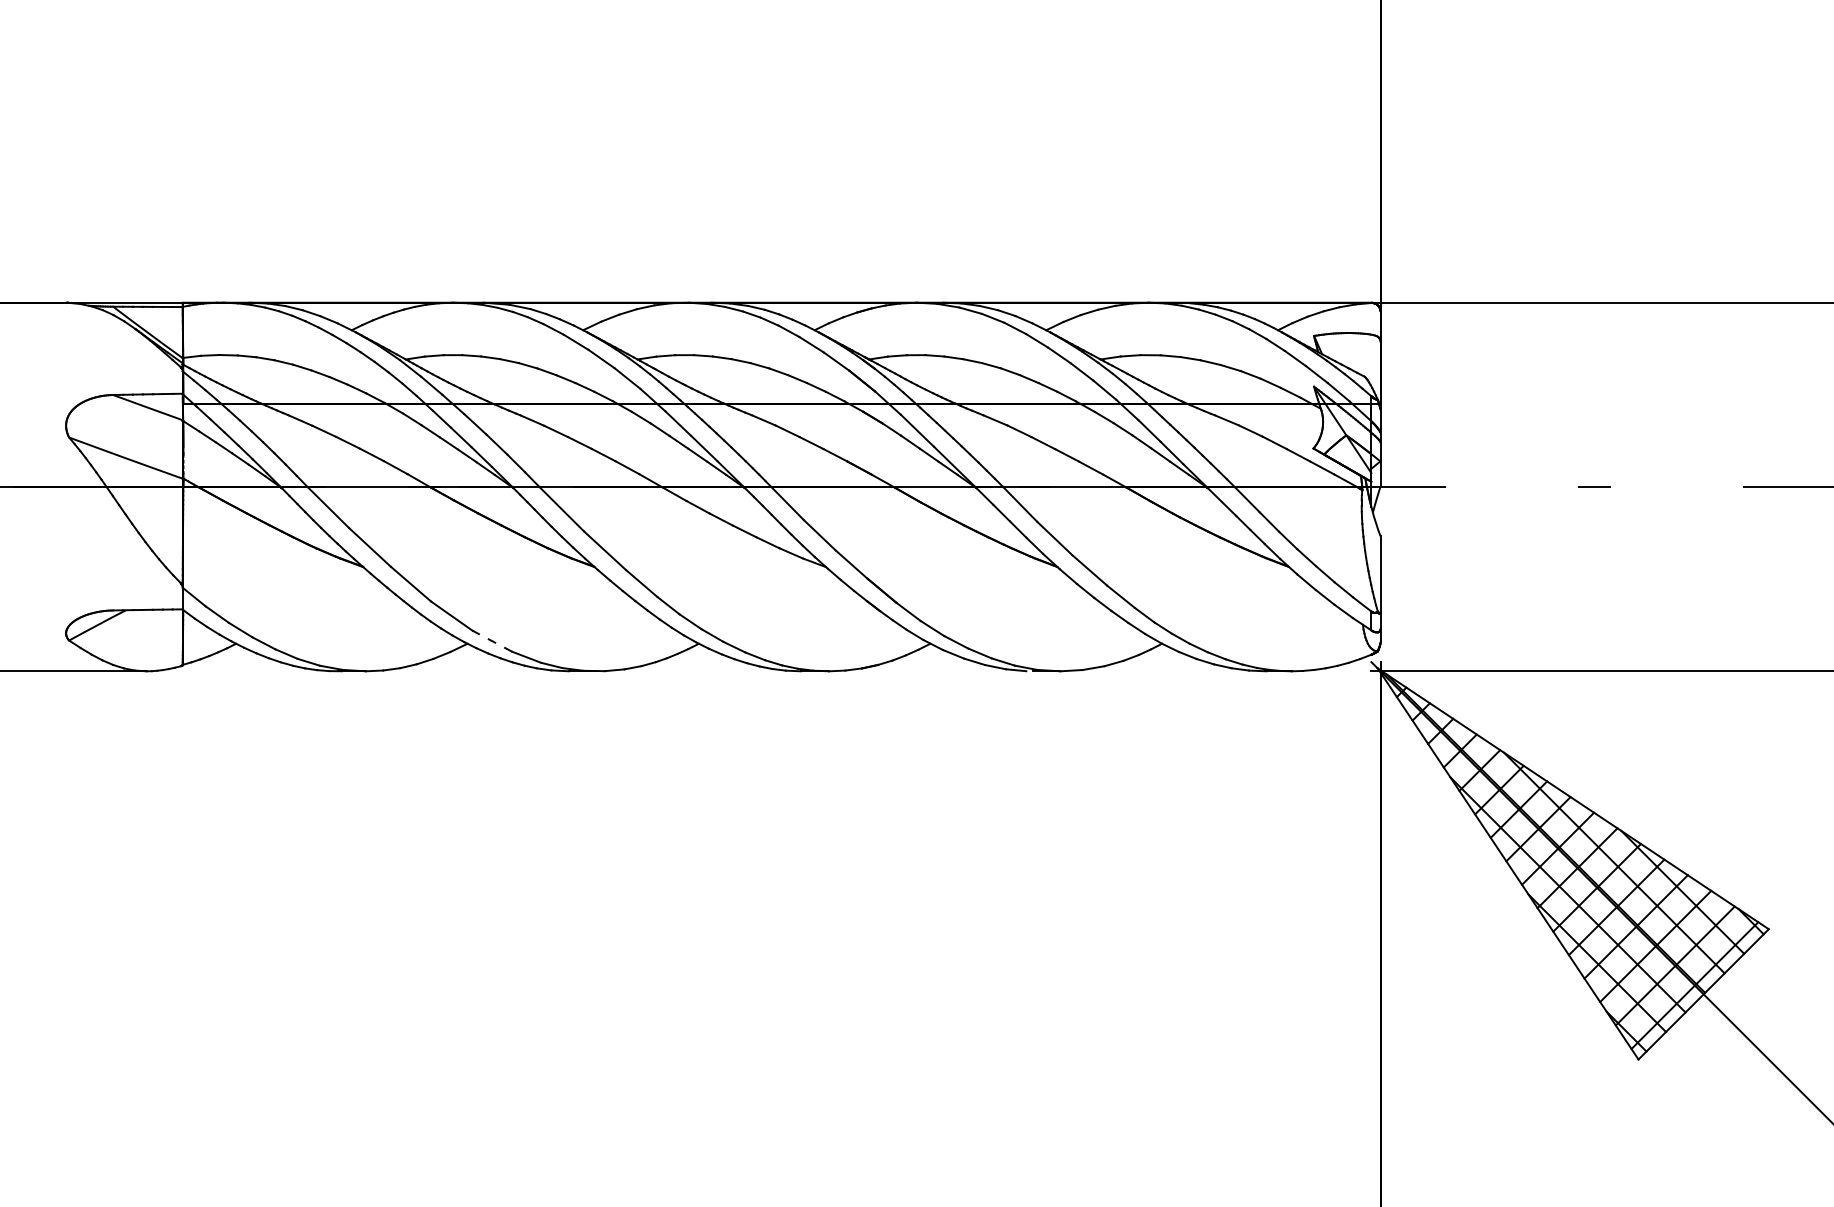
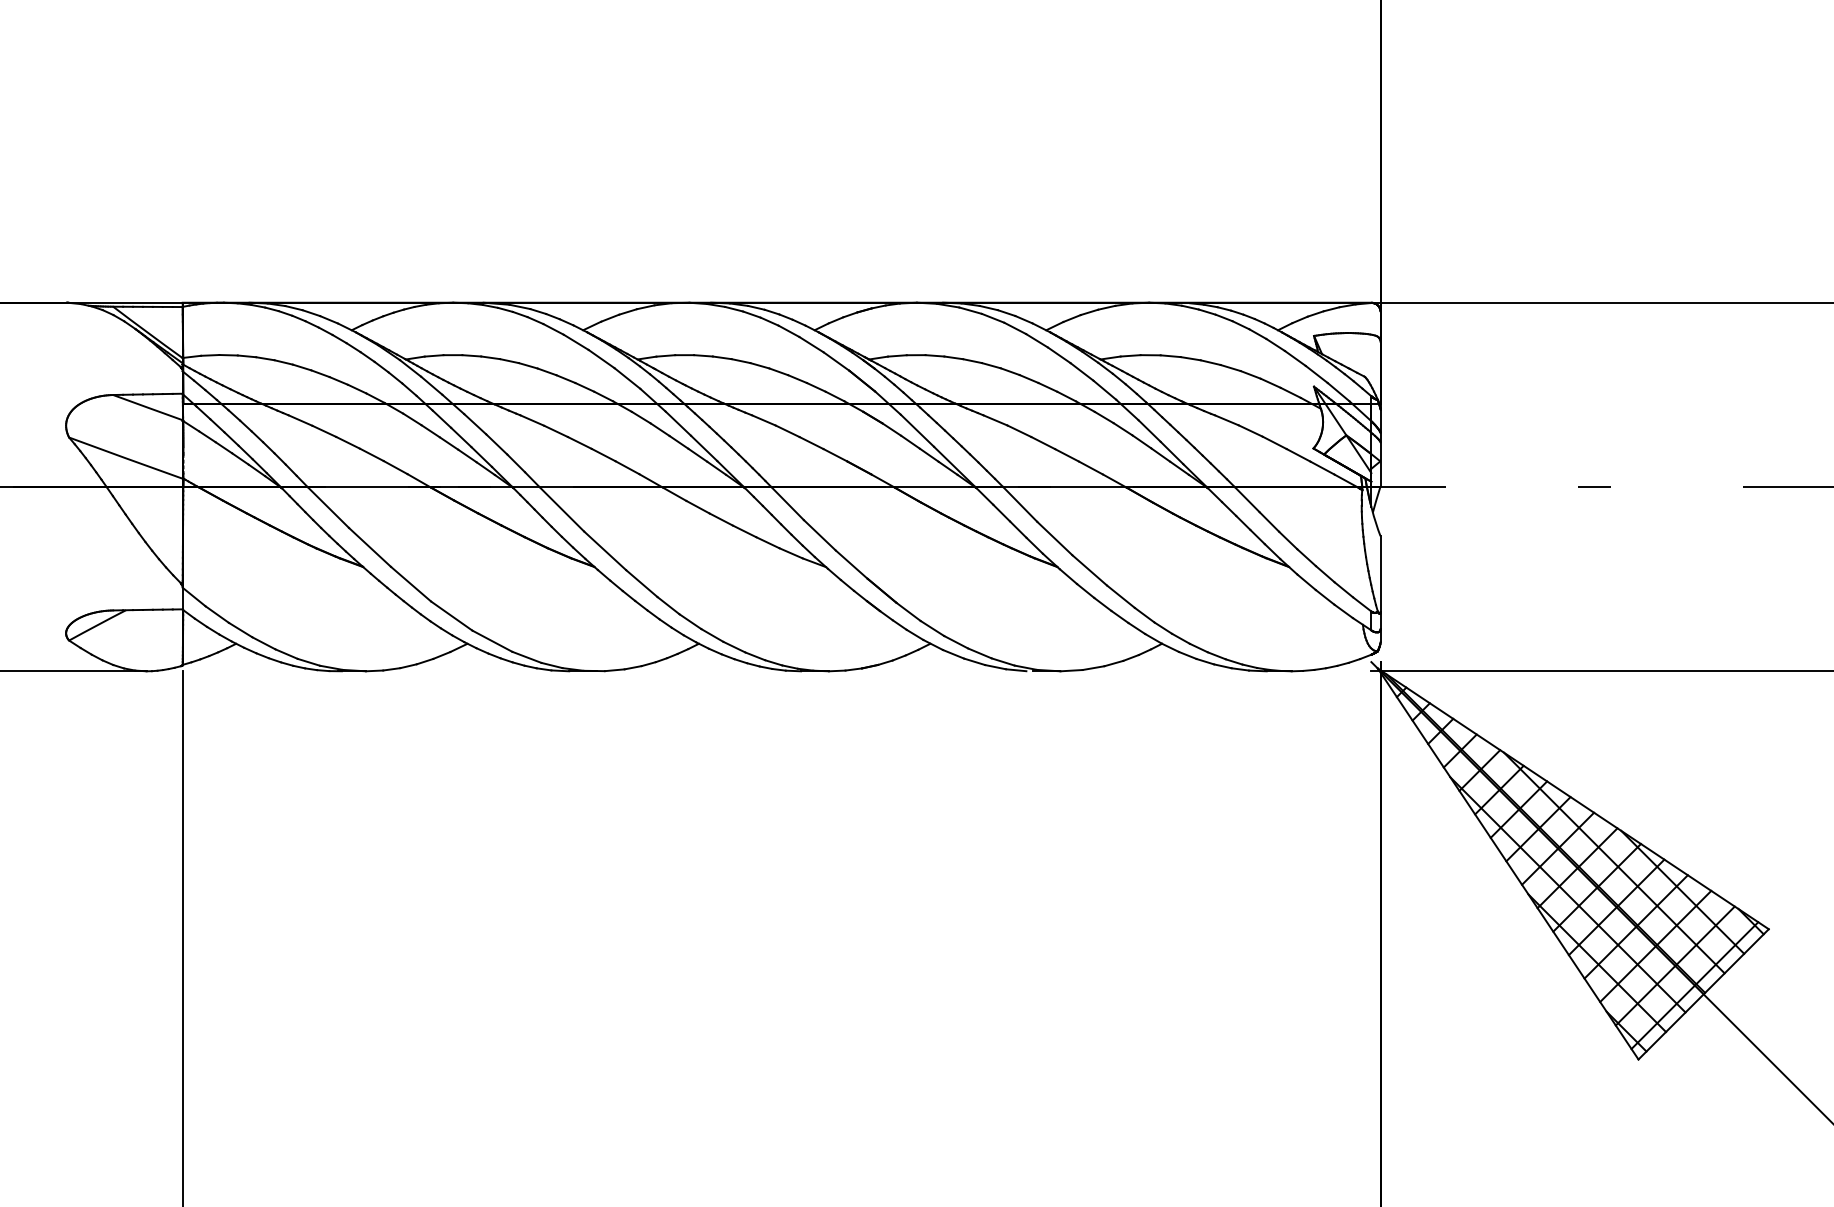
line at (492, 641): dashed -> solid
line at (182, 937): none -> present
